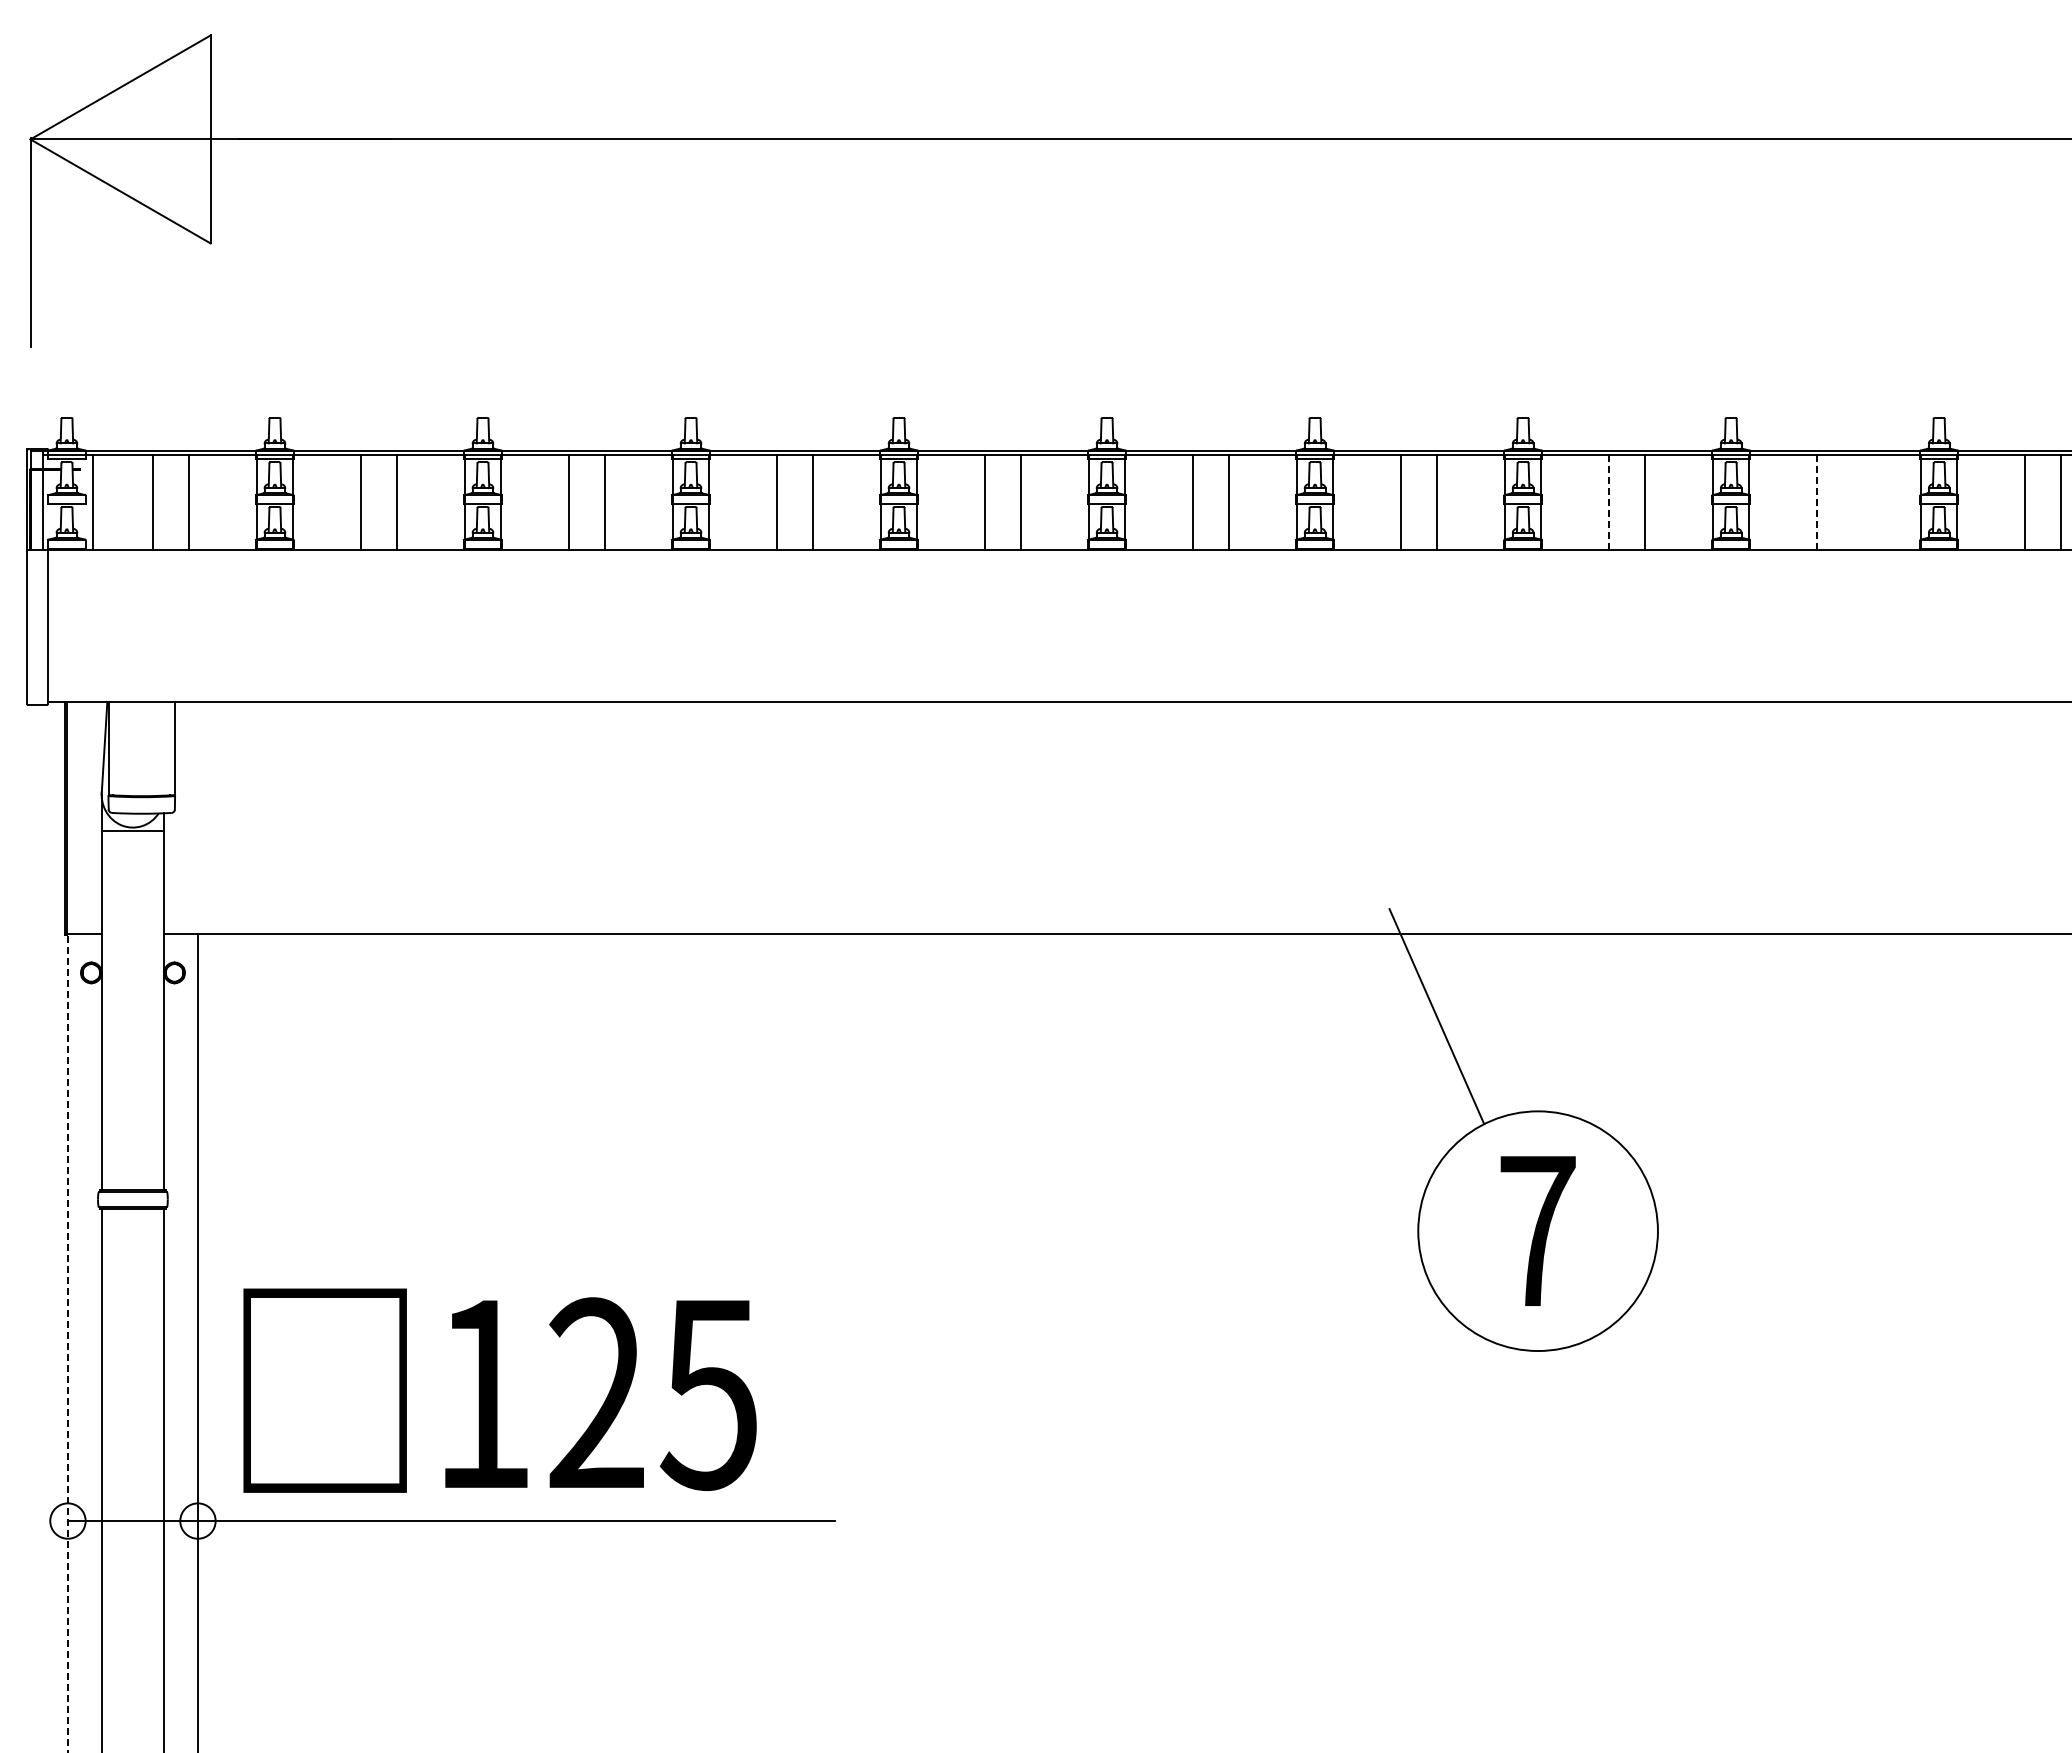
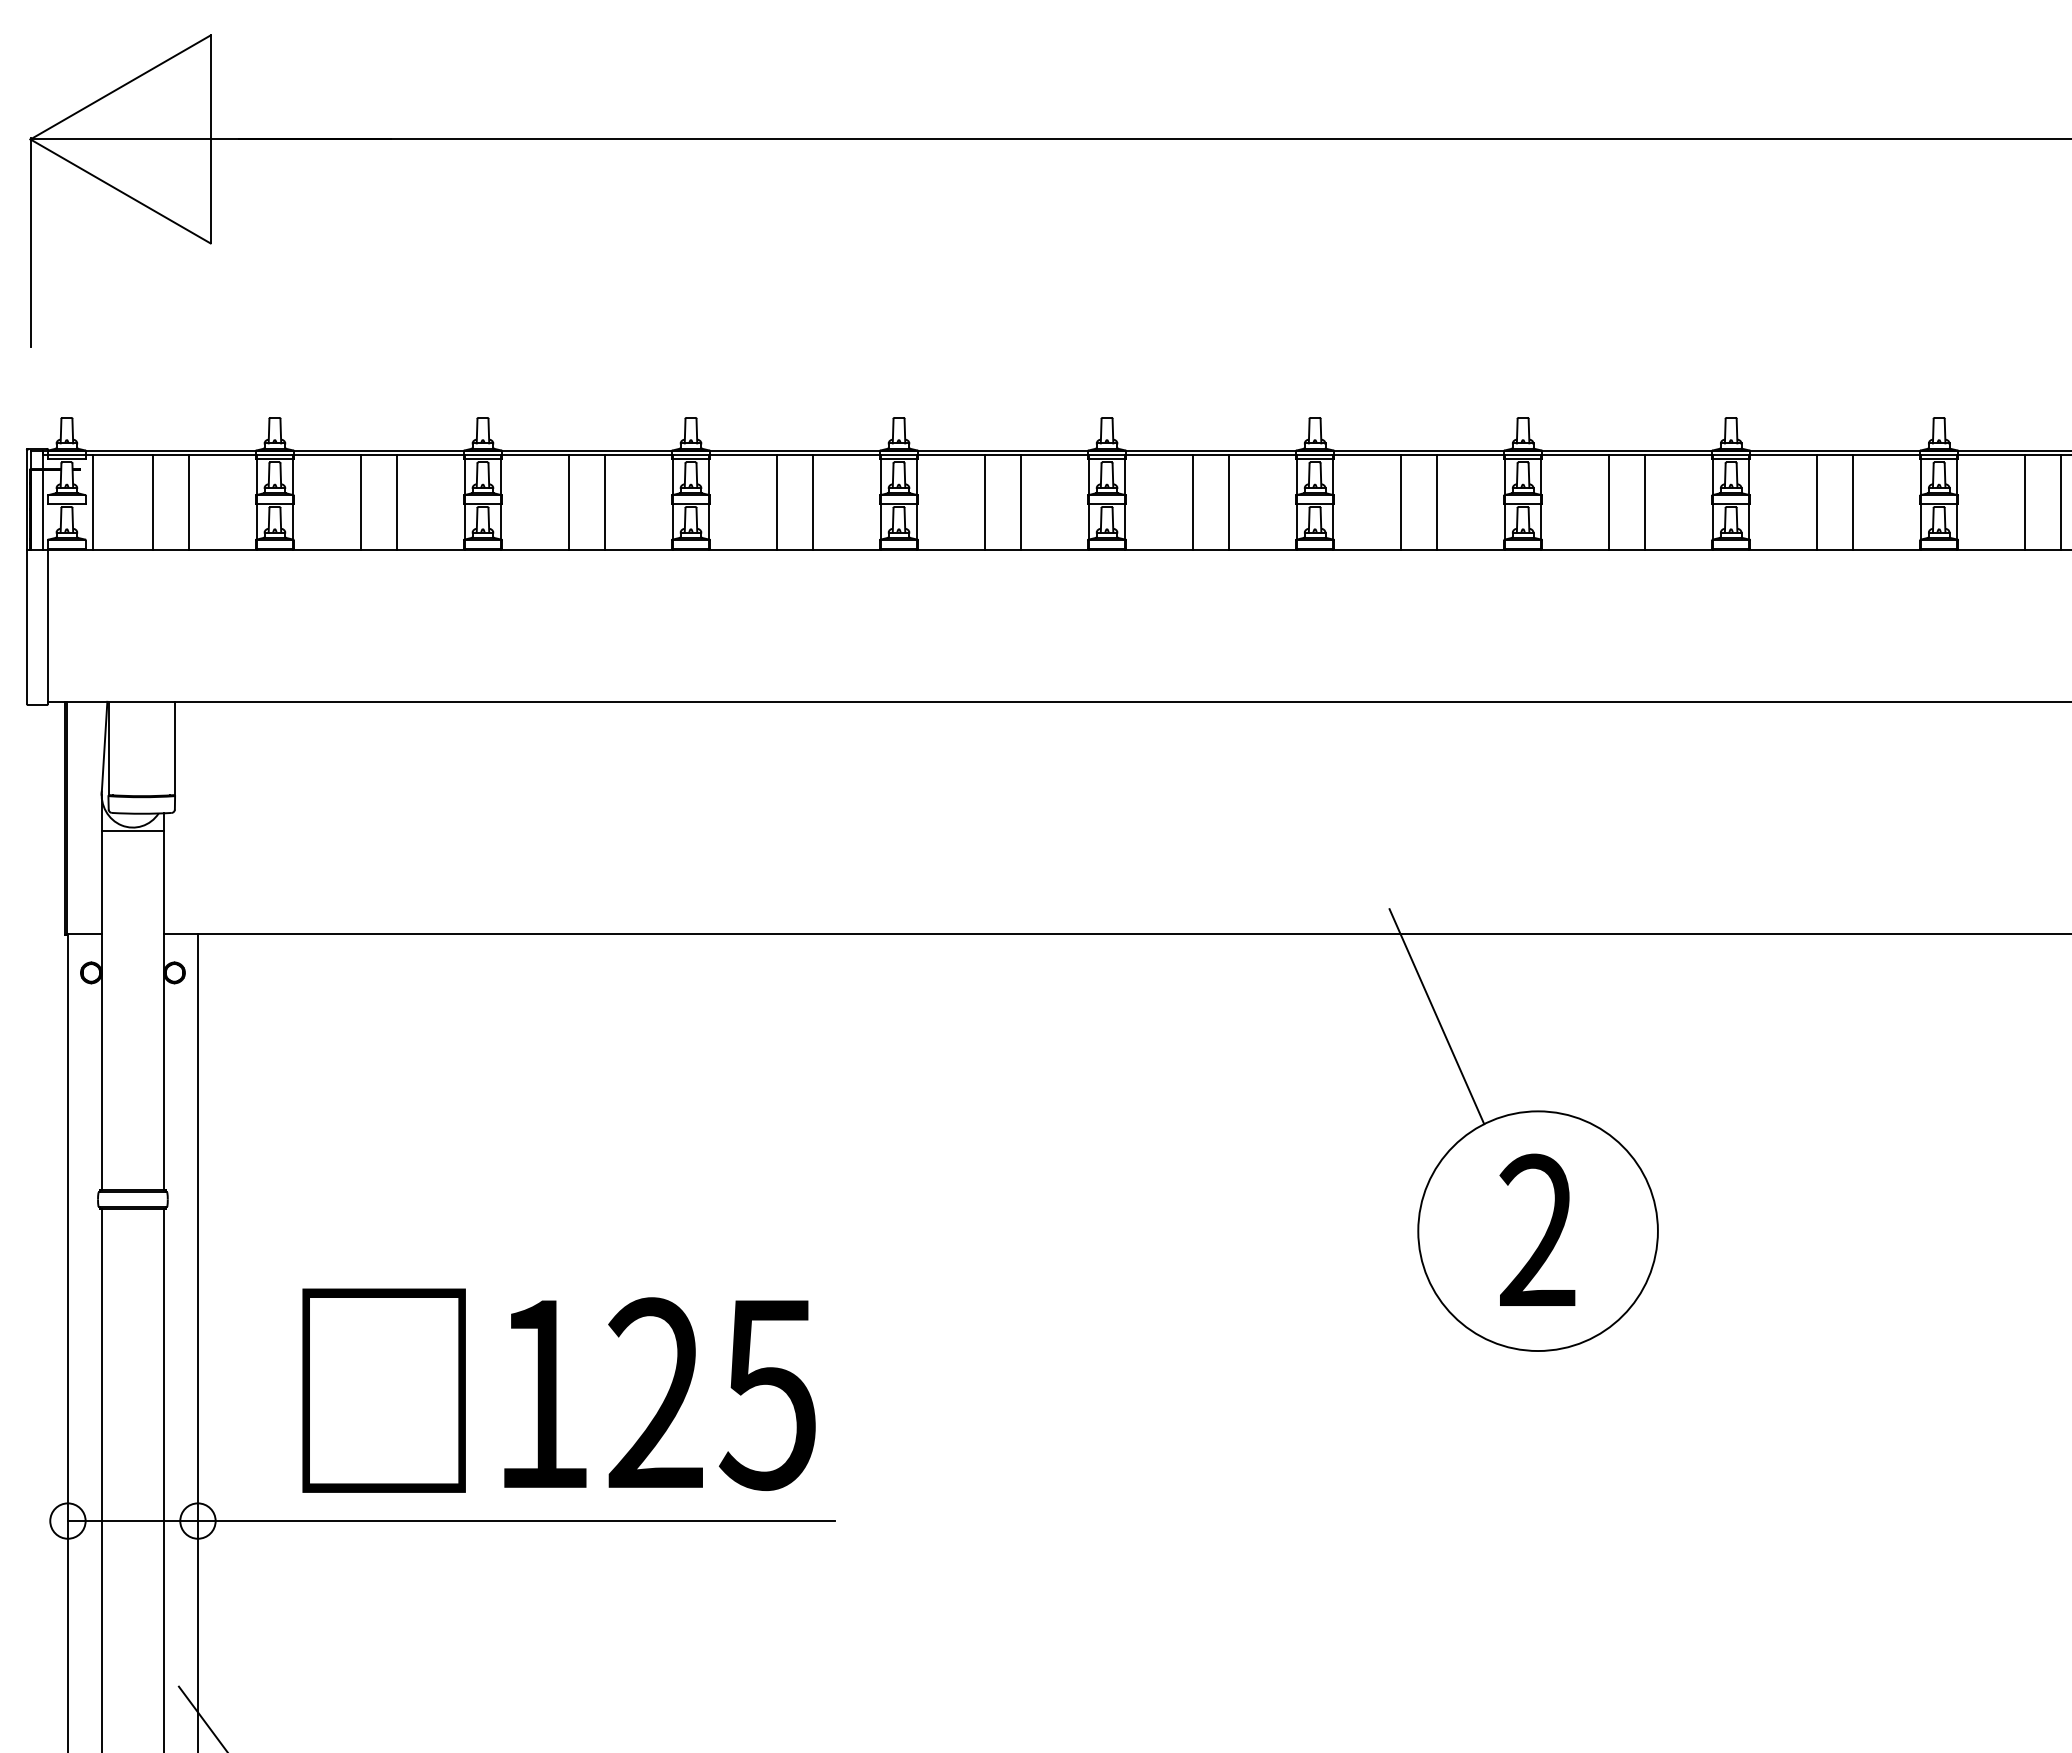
line at (1608, 502): dashed -> solid
line at (1816, 502): dashed -> solid
line at (1853, 502): none -> present
text at (1537, 1229): 7 -> 2
line at (67, 1343): dashed -> solid
text at (499, 1390) position: (499, 1390) -> (558, 1390)
line at (201, 1717): none -> present
